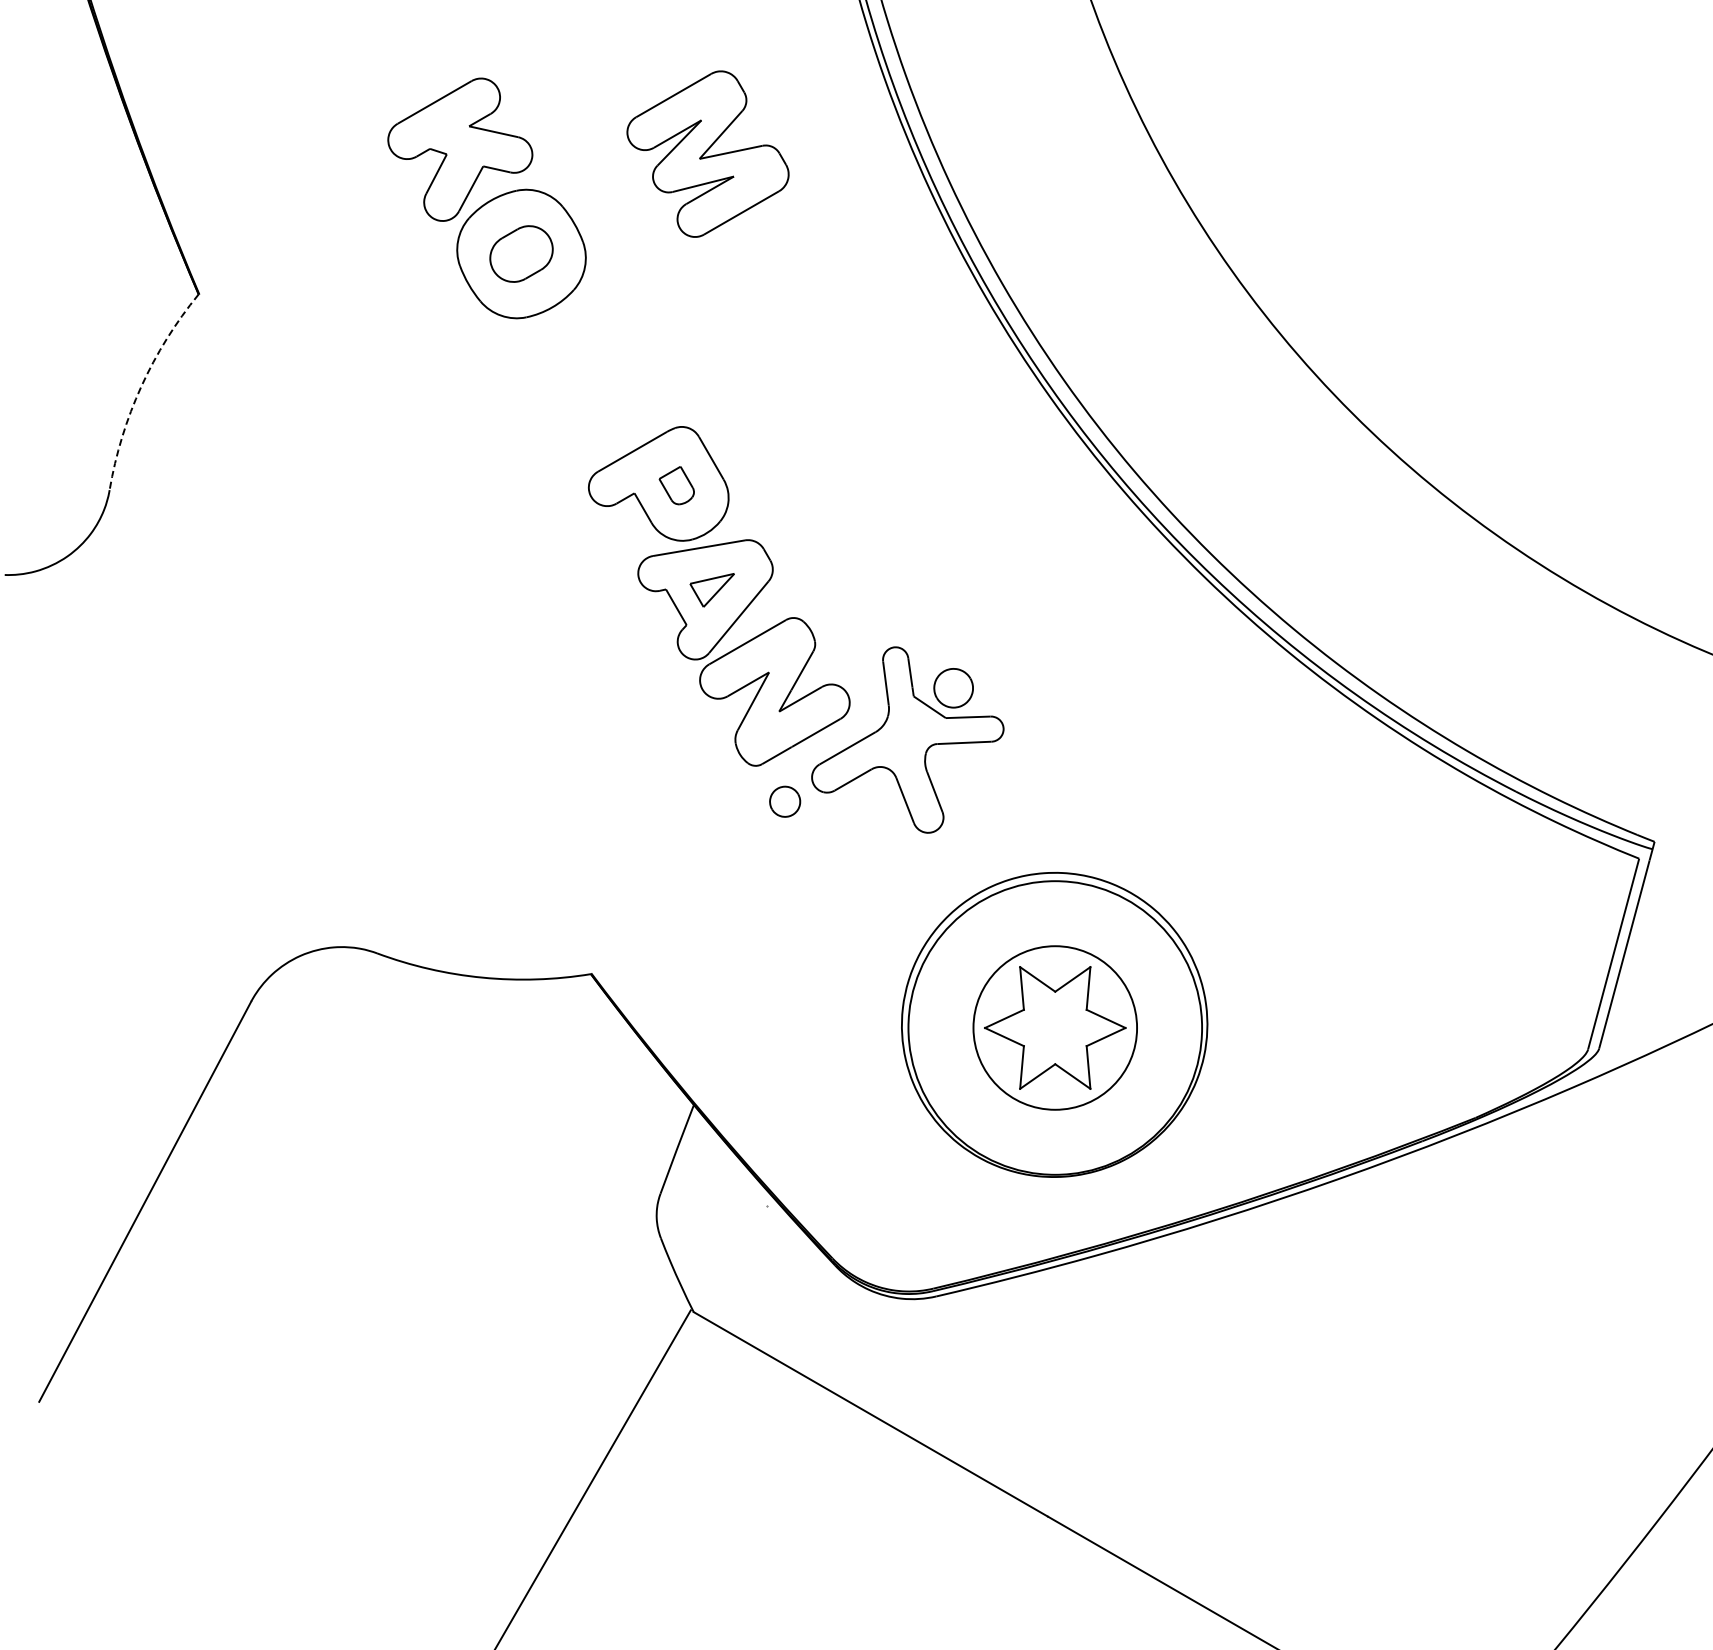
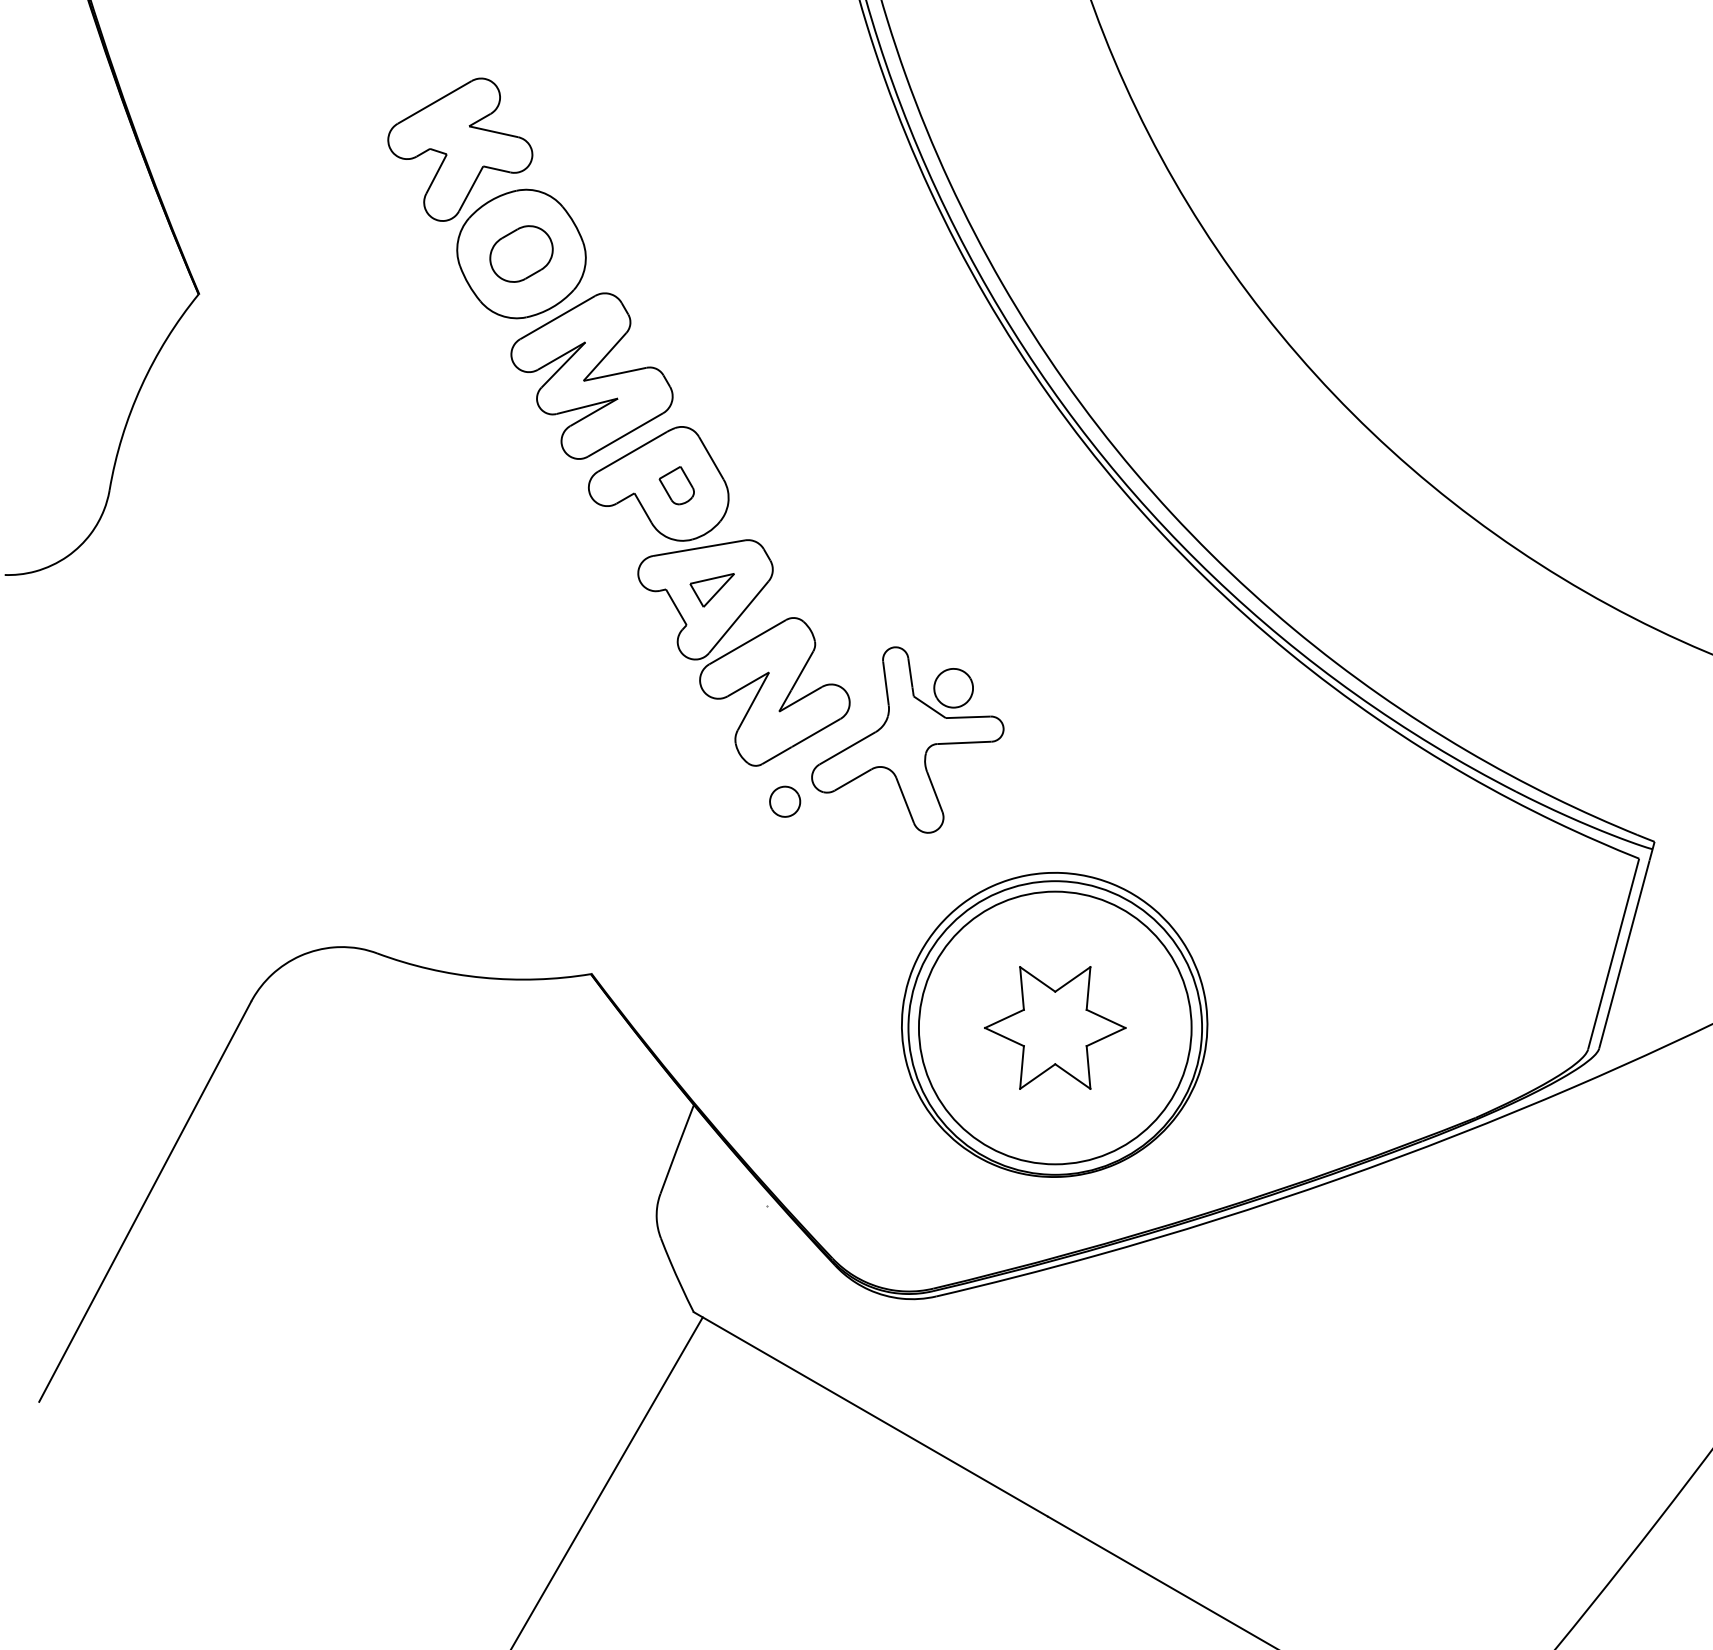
part at (707, 153) position: (707, 153) -> (591, 375)
arc at (141, 386): dashed -> solid
circle at (1055, 1027) diameter: 164 px -> 273 px
line at (593, 1478) position: (593, 1478) -> (607, 1481)
